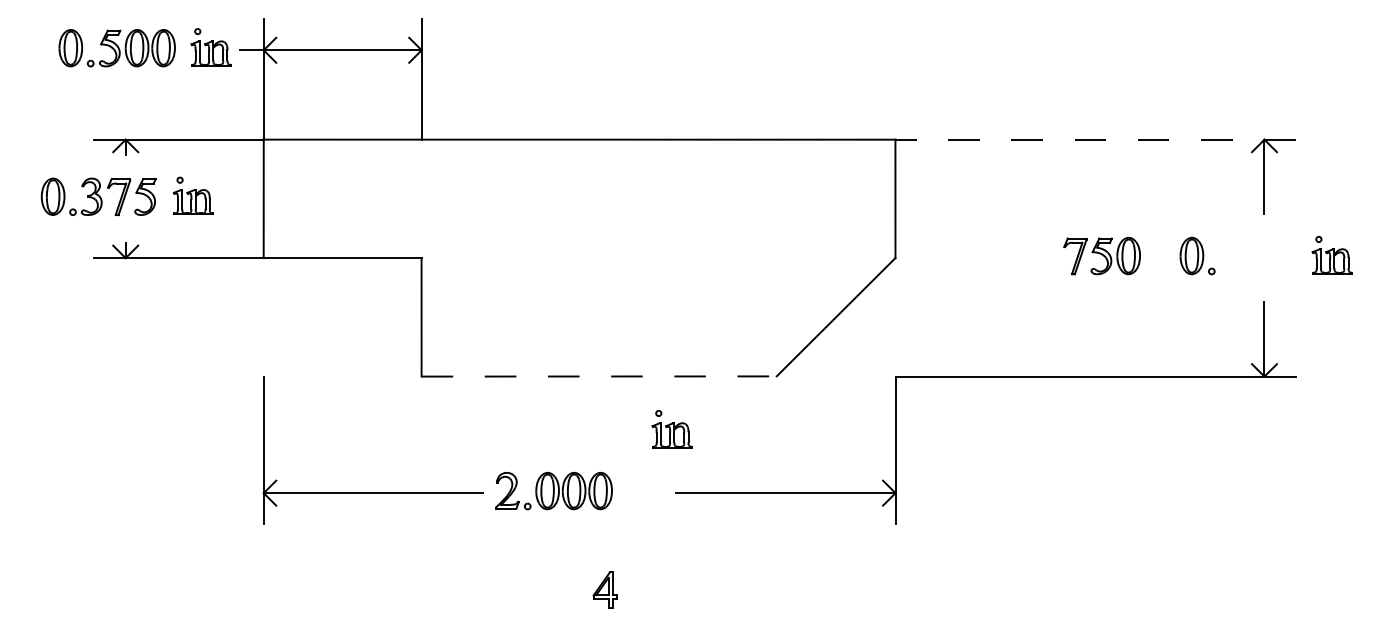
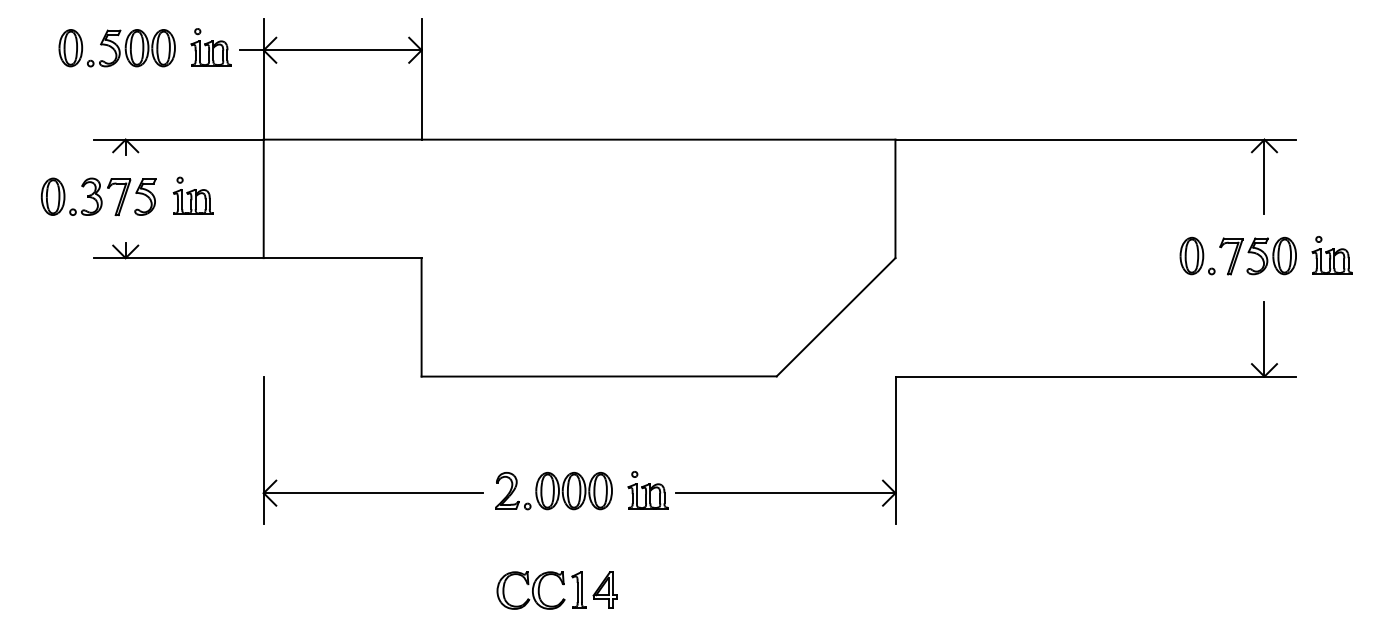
line at (1095, 139): dashed -> solid
part at (1101, 255) position: (1101, 255) -> (1257, 255)
line at (599, 376): dashed -> solid
part at (671, 429) position: (671, 429) -> (647, 490)
part at (541, 590): none -> present
